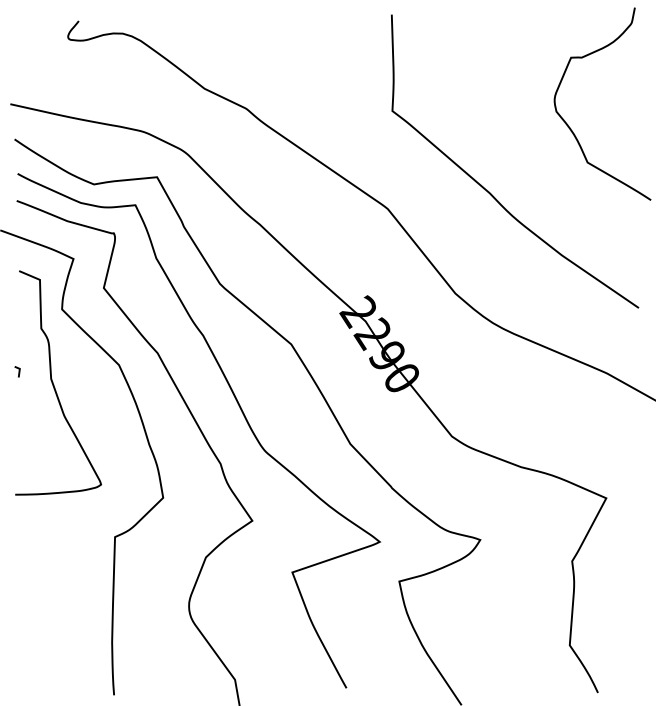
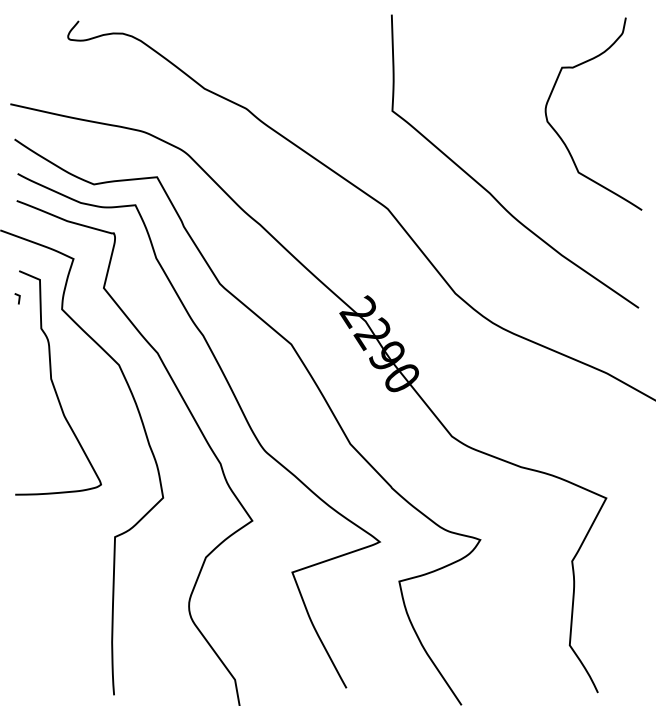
curve at (571, 128) position: (571, 128) -> (562, 138)
line at (18, 371) position: (18, 371) -> (18, 298)
